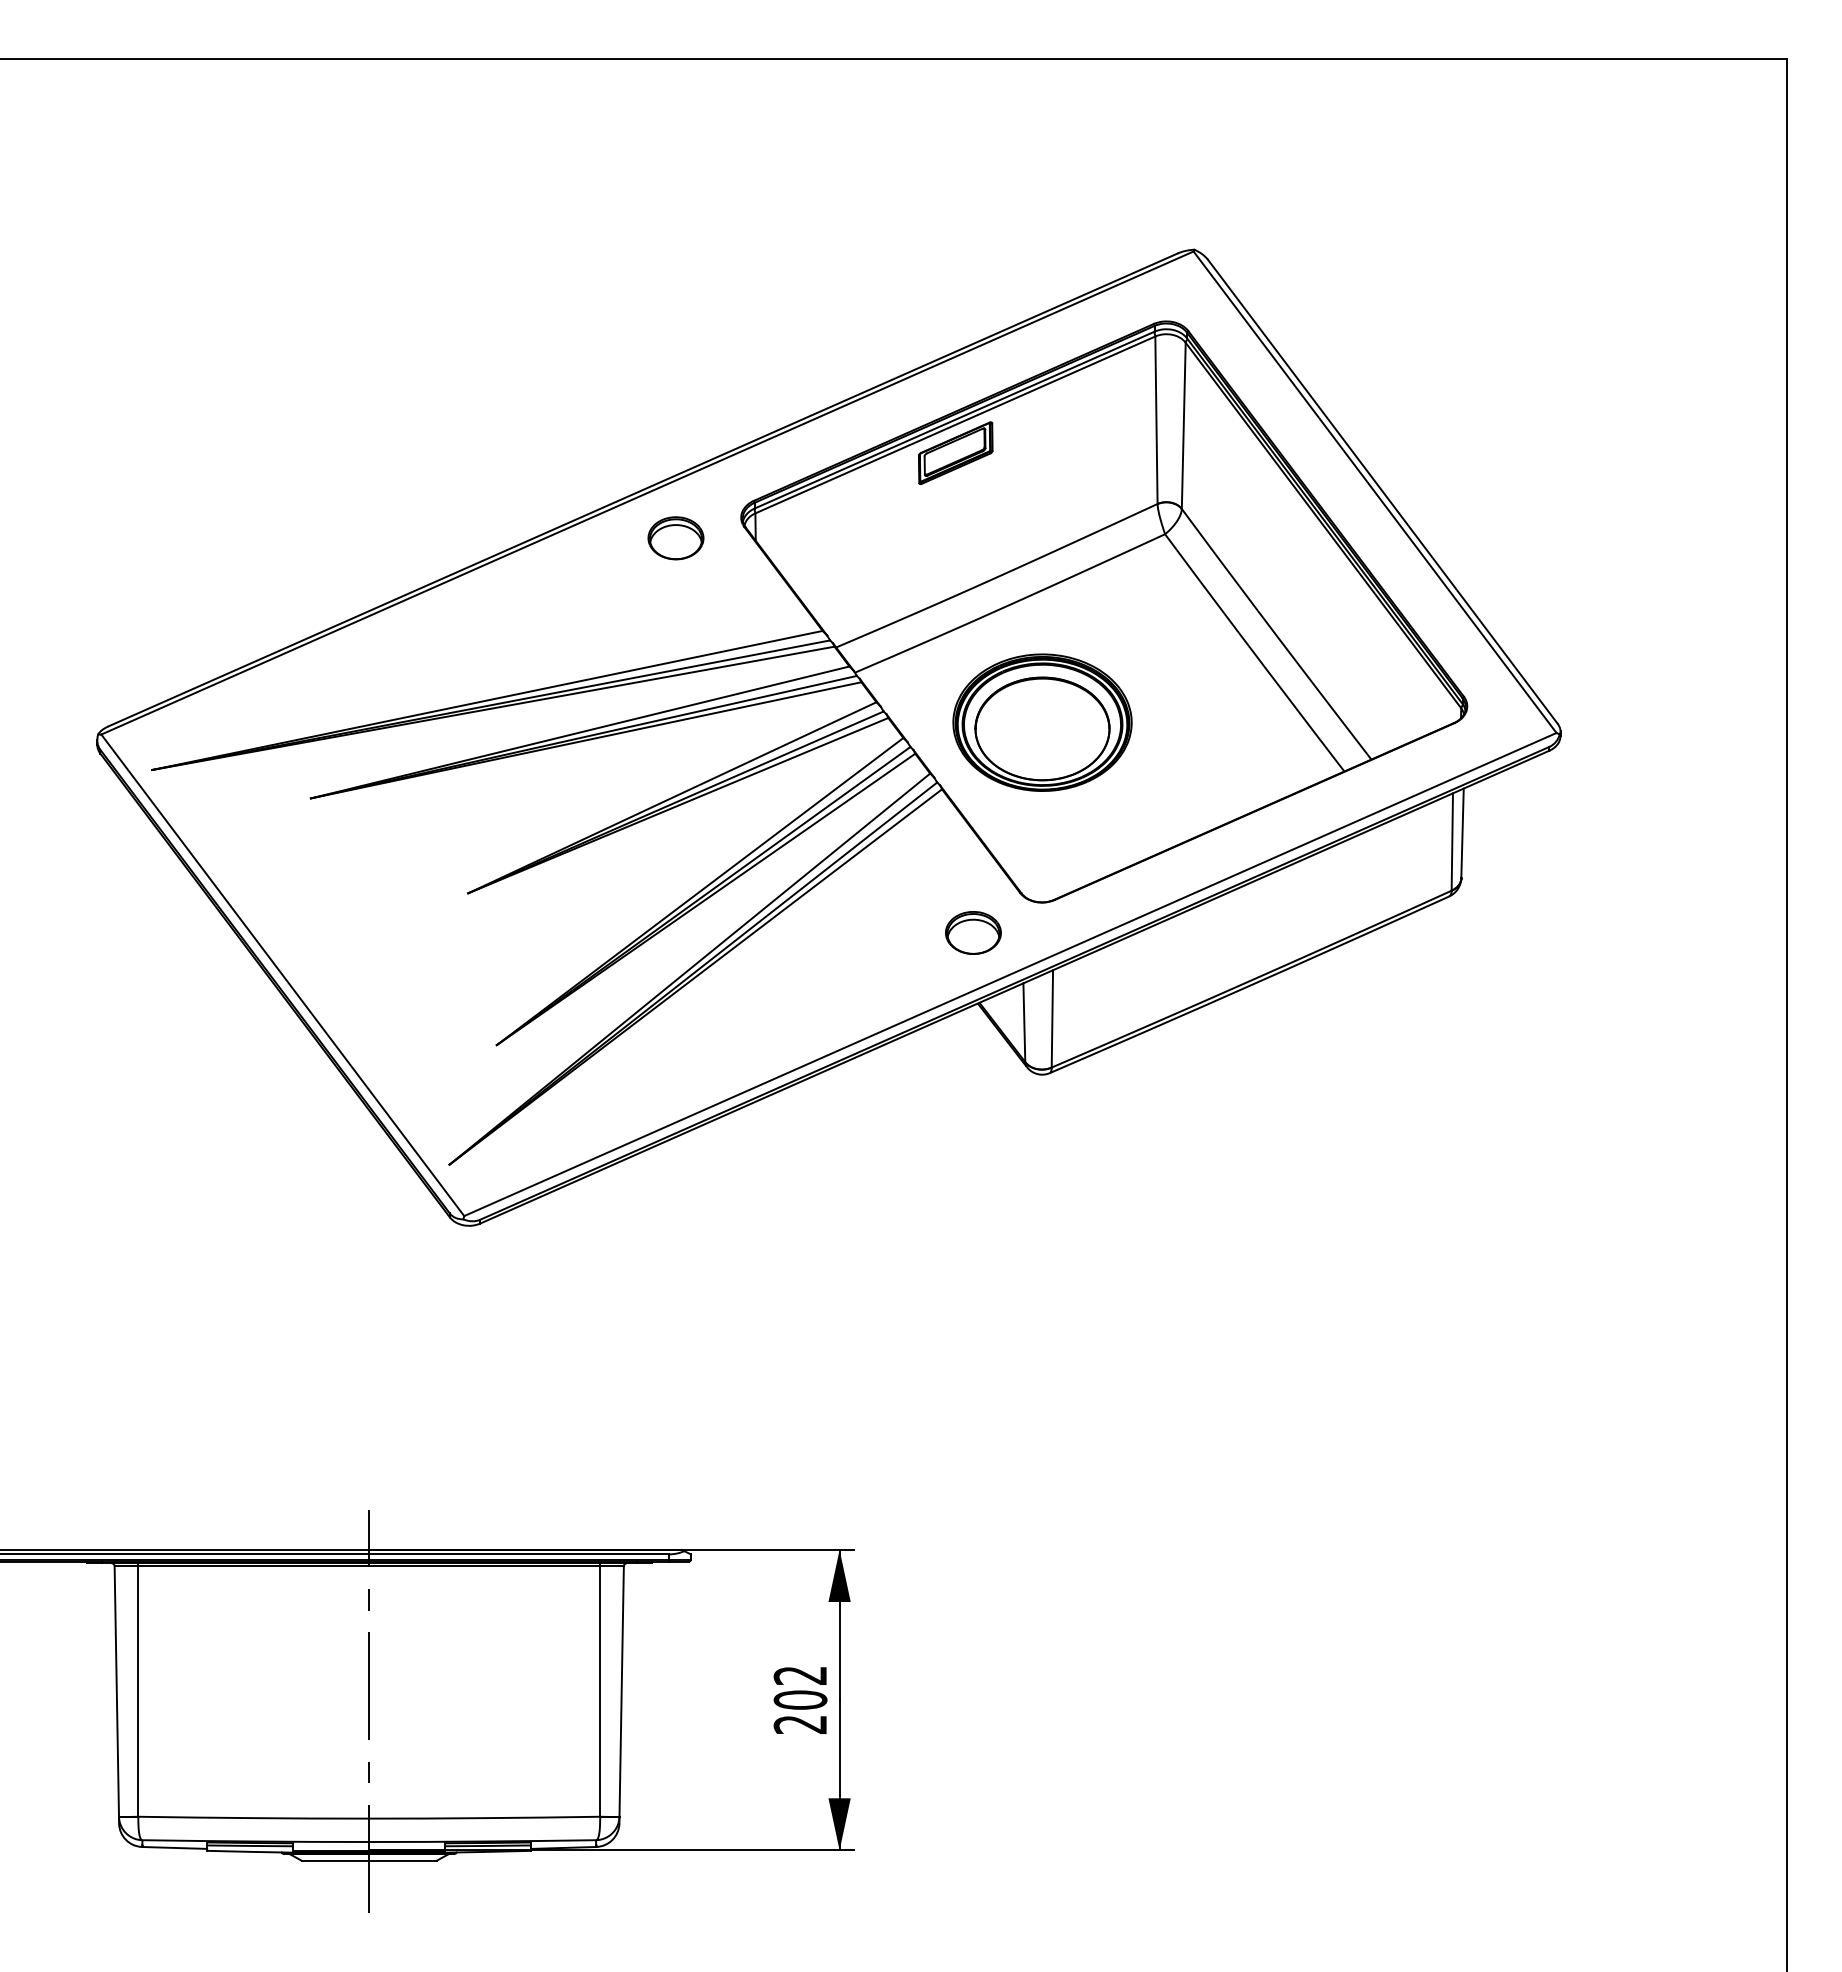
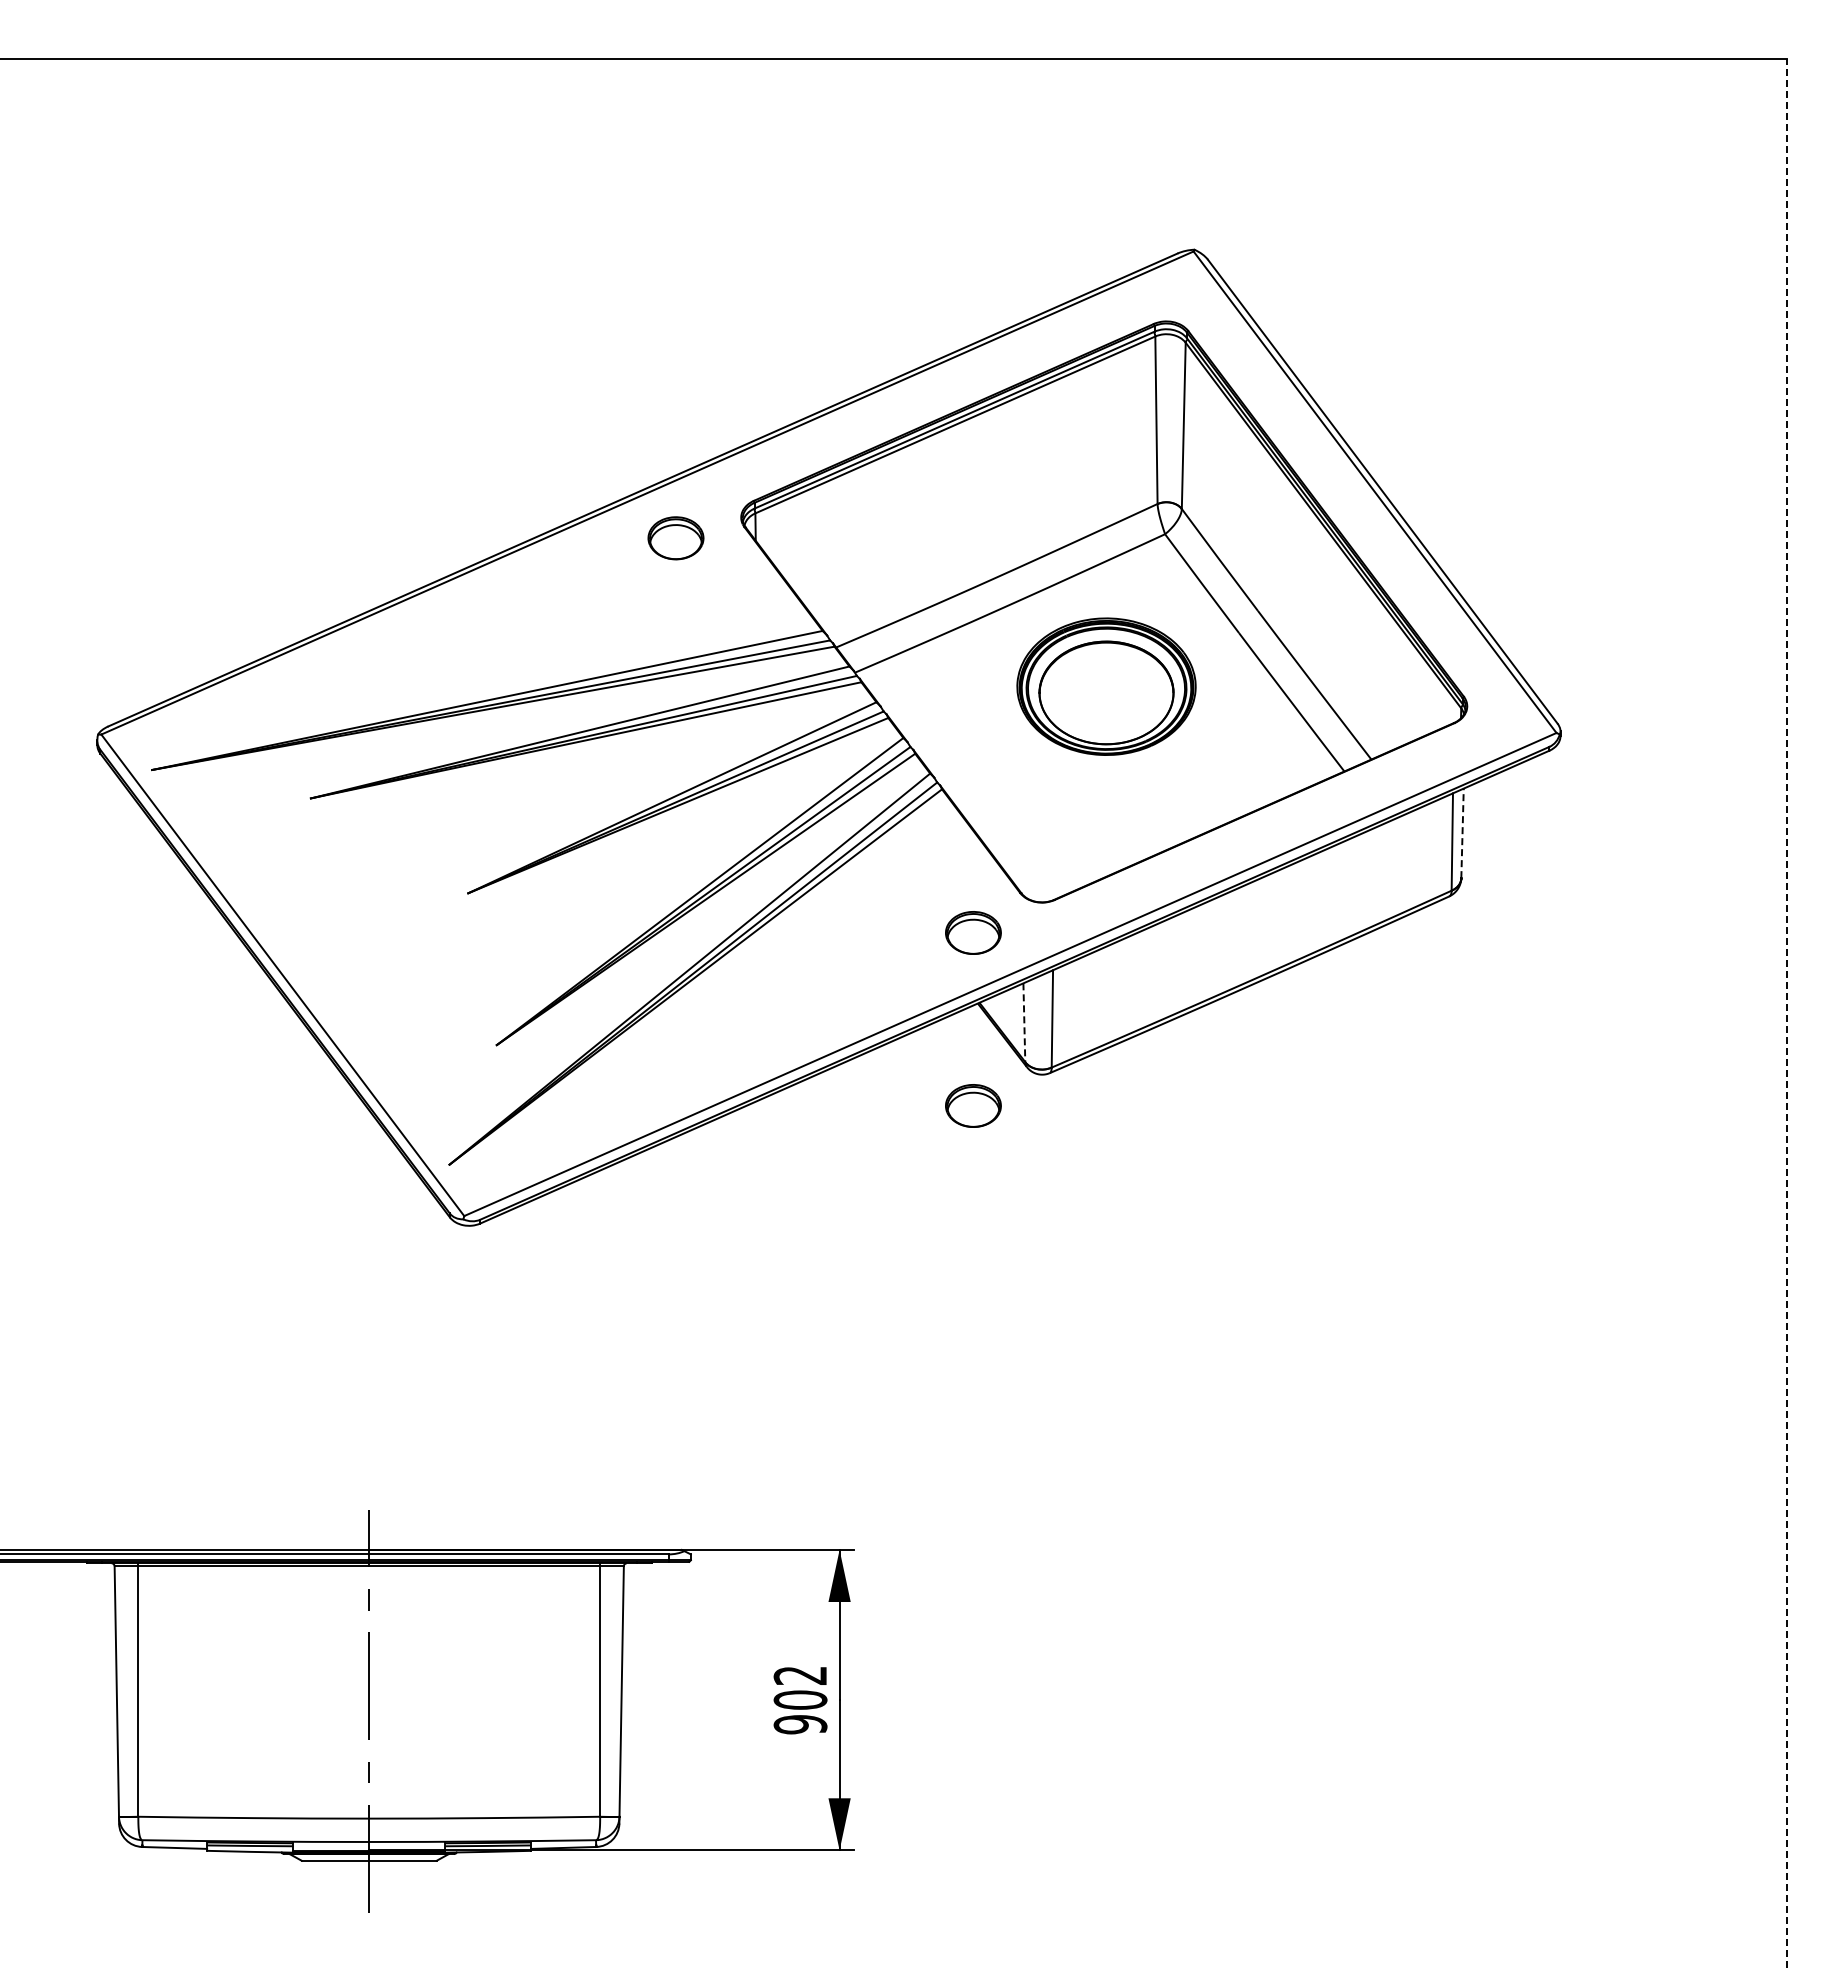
part at (955, 452): present -> none
part at (1042, 722) position: (1042, 722) -> (1106, 686)
line at (1462, 833): solid -> dashed
line at (1786, 1014): solid -> dashed
line at (1024, 1023): solid -> dashed
part at (973, 1105): none -> present
text at (800, 1724): 202 -> 902
